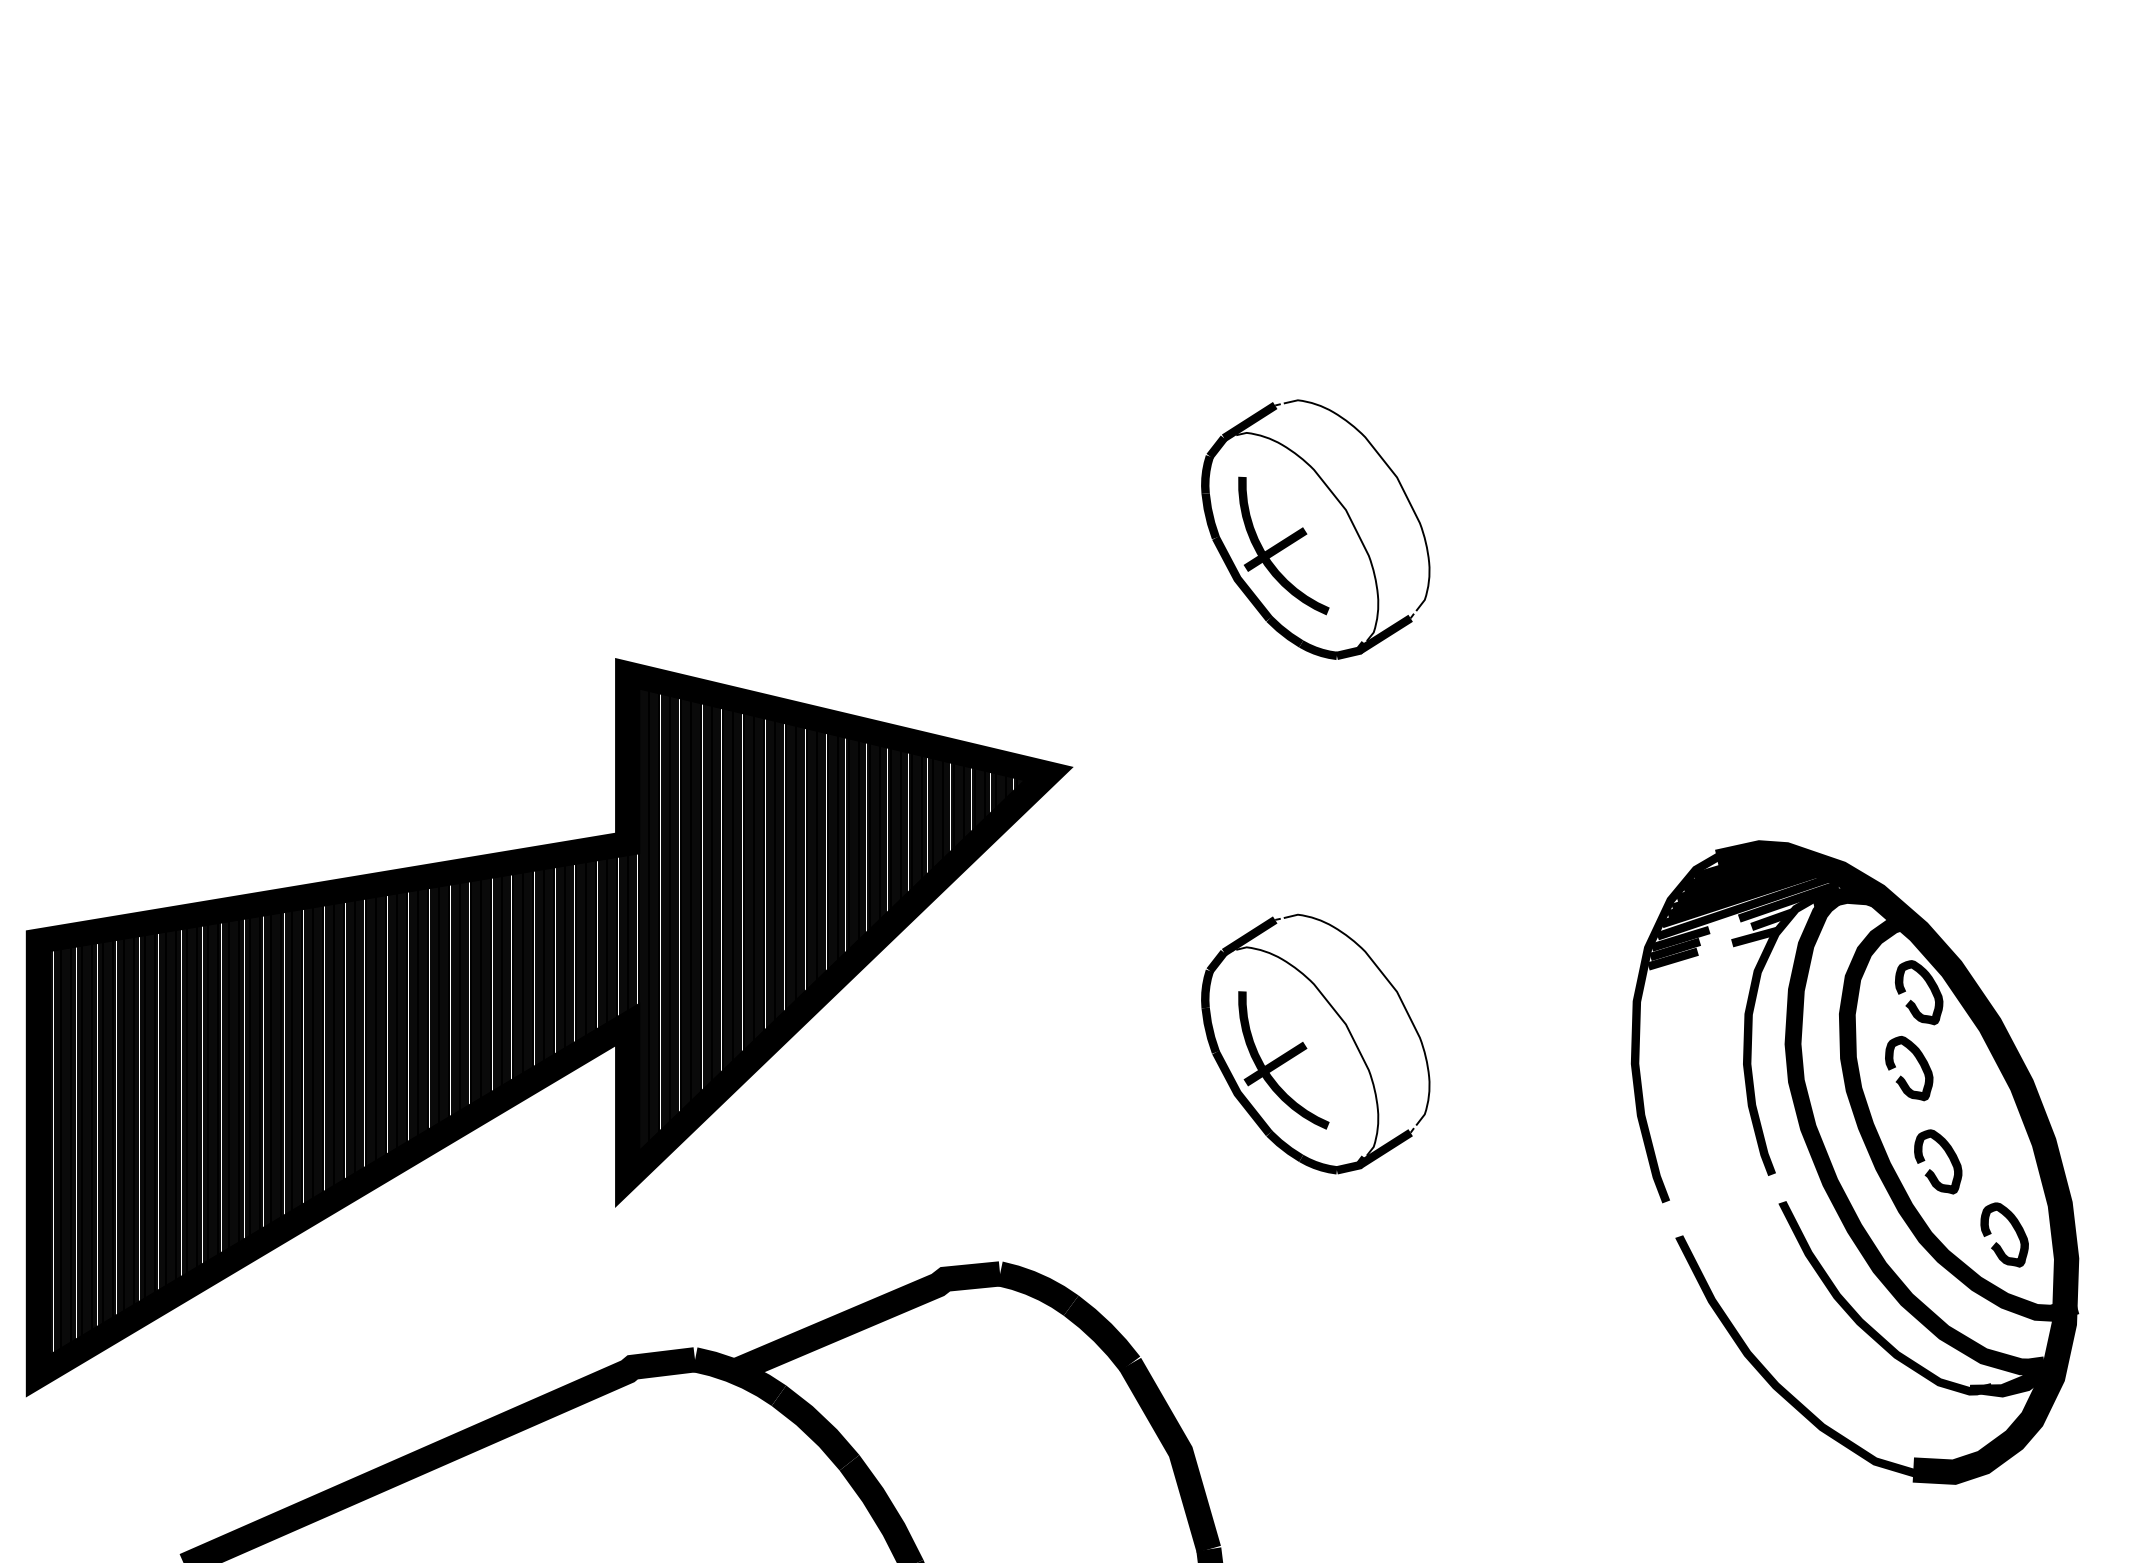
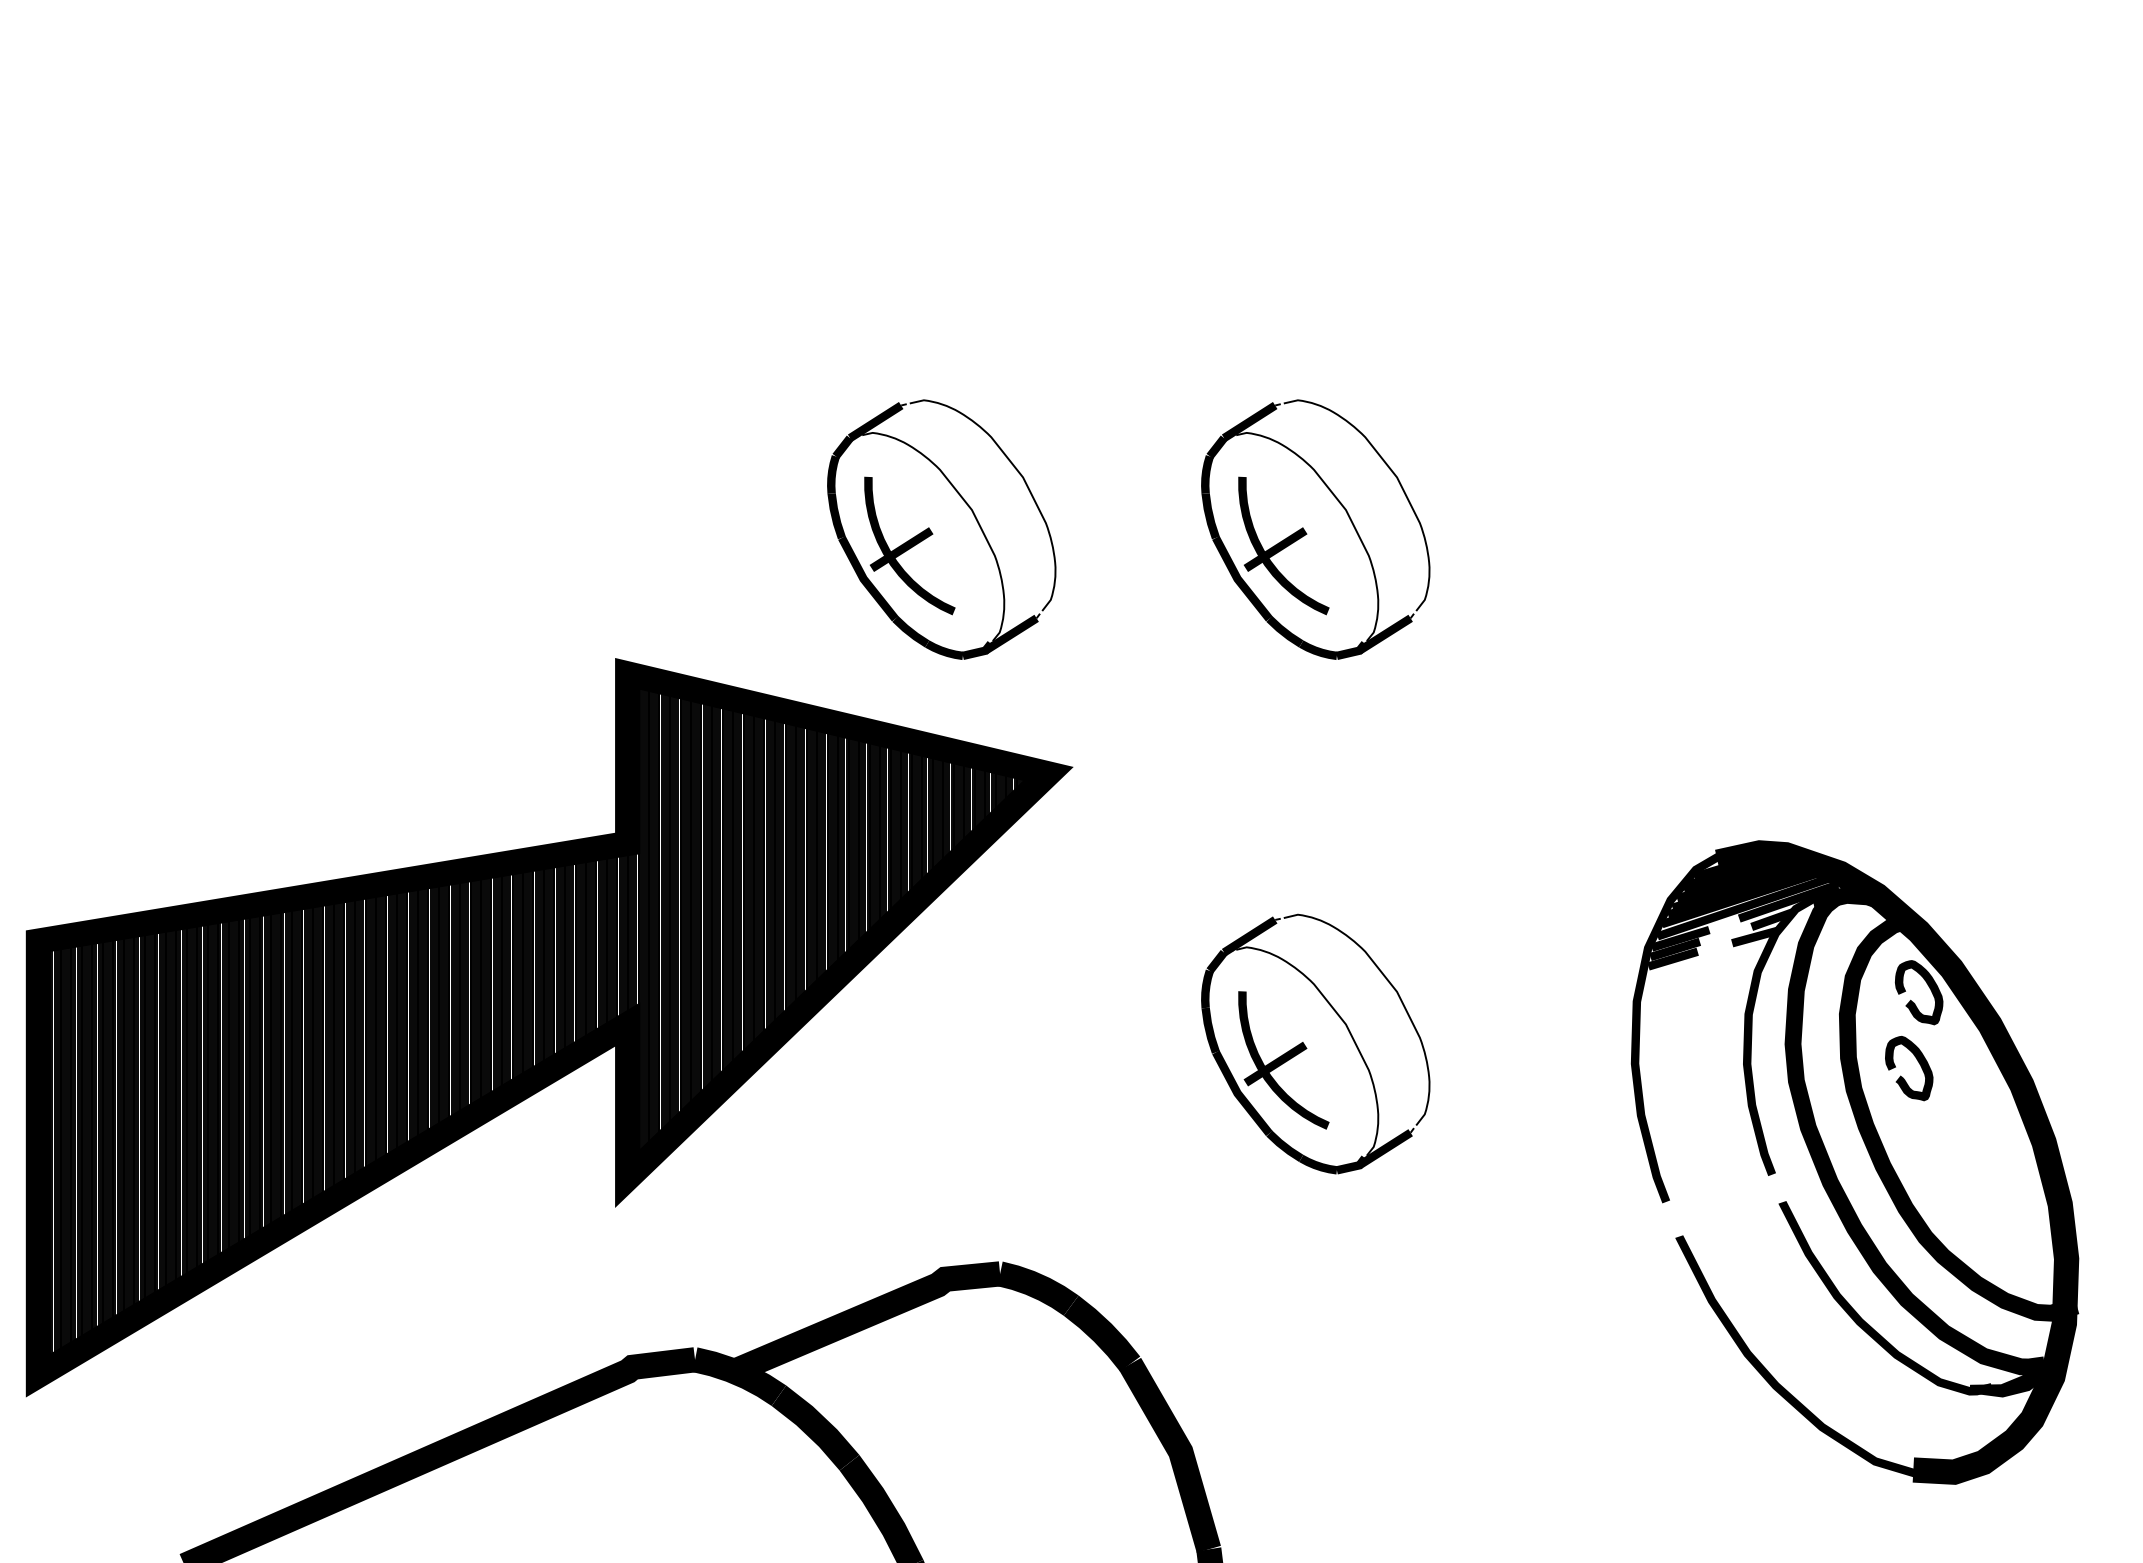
part at (941, 529): none -> present
curve at (1947, 1156): present -> none
curve at (2014, 1230): present -> none
